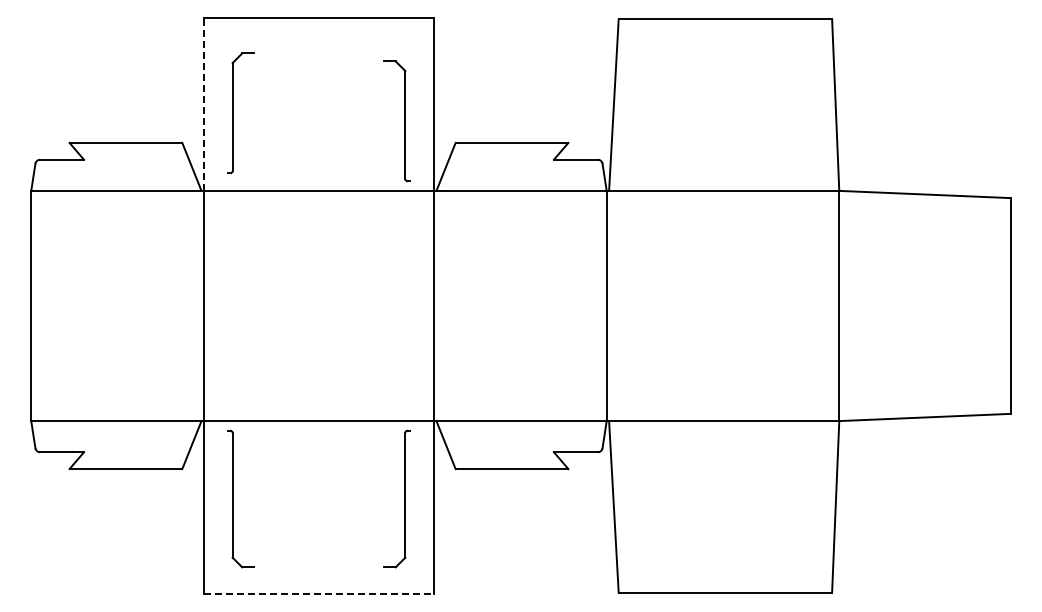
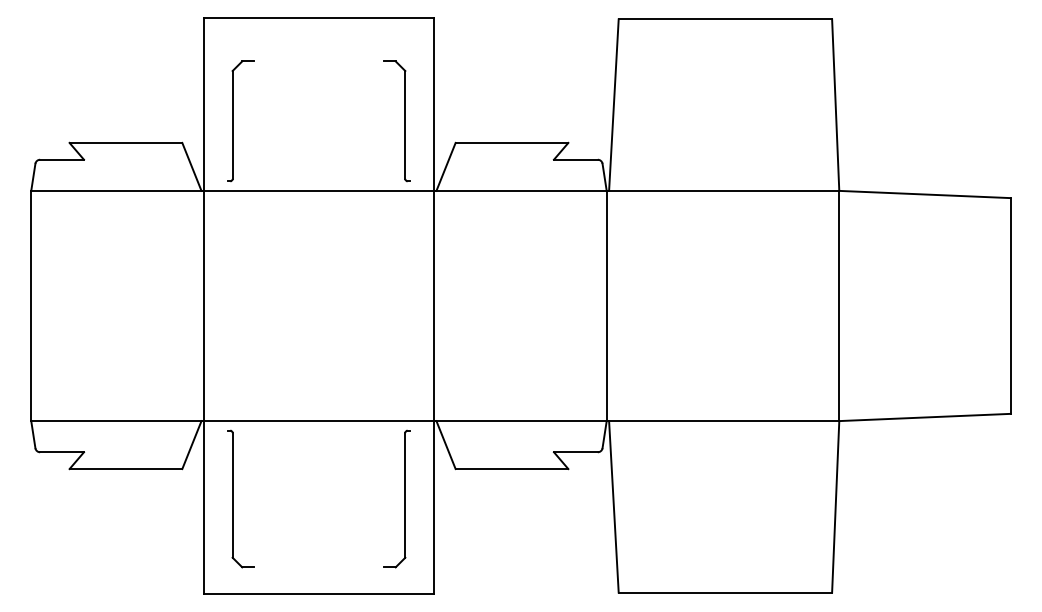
line at (203, 104): dashed -> solid
part at (233, 113) position: (233, 113) -> (233, 121)
line at (319, 593): dashed -> solid
